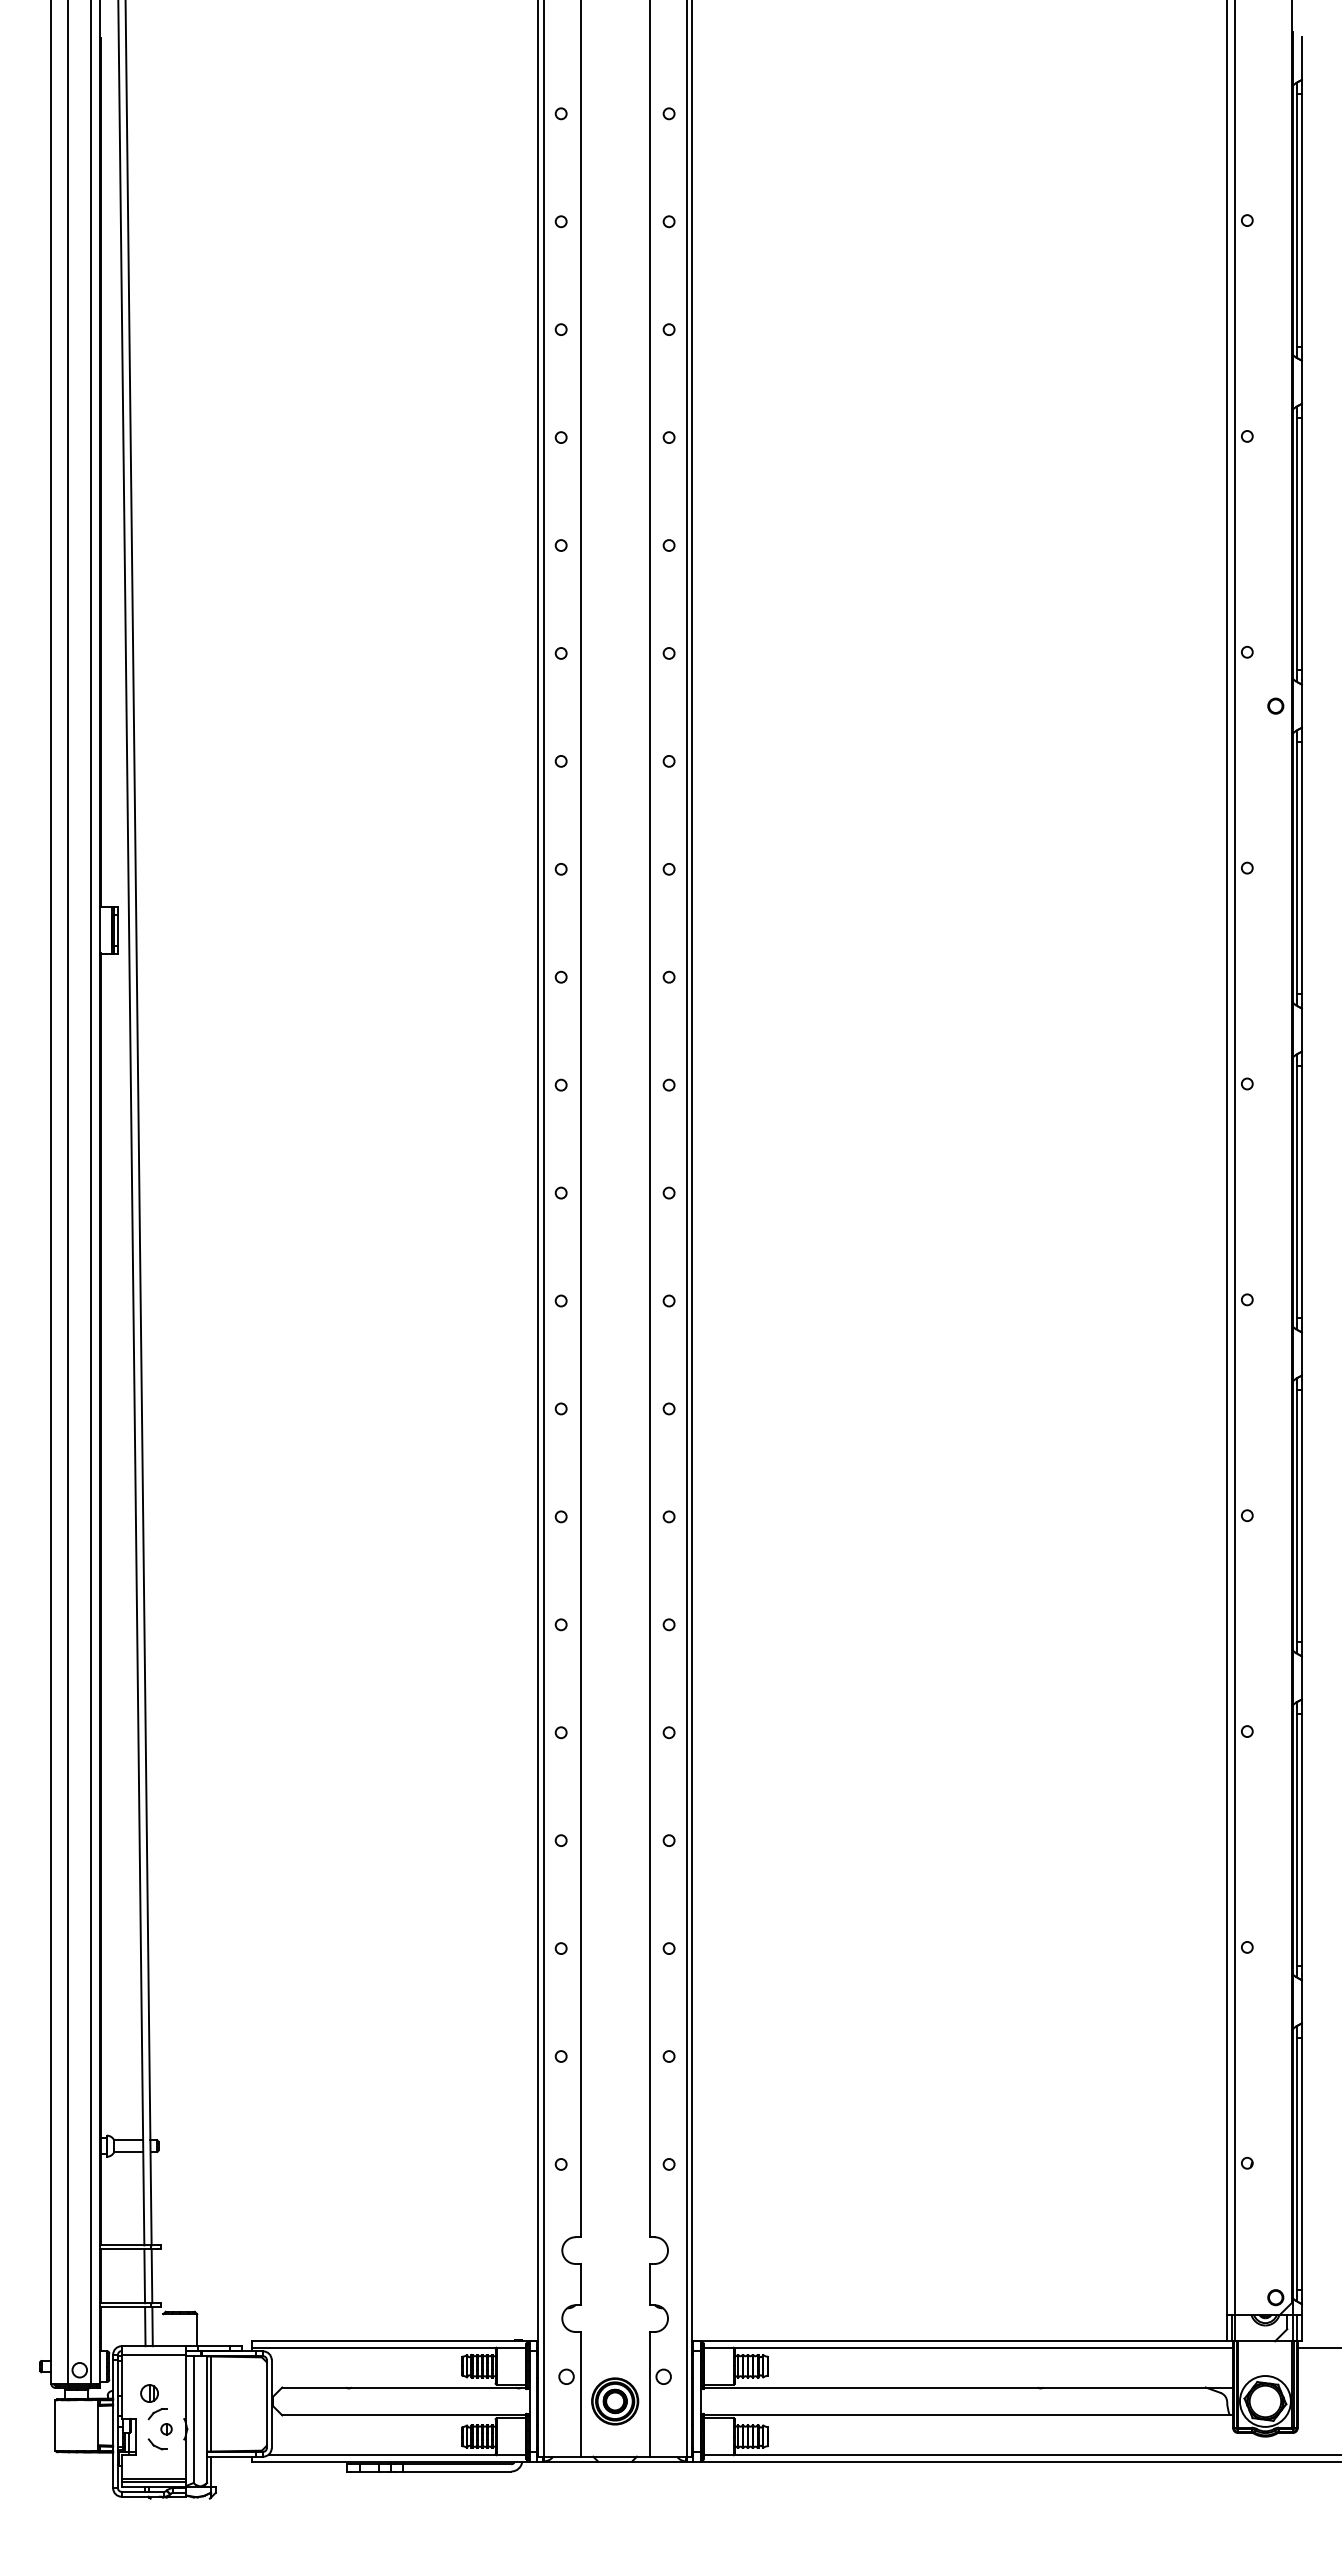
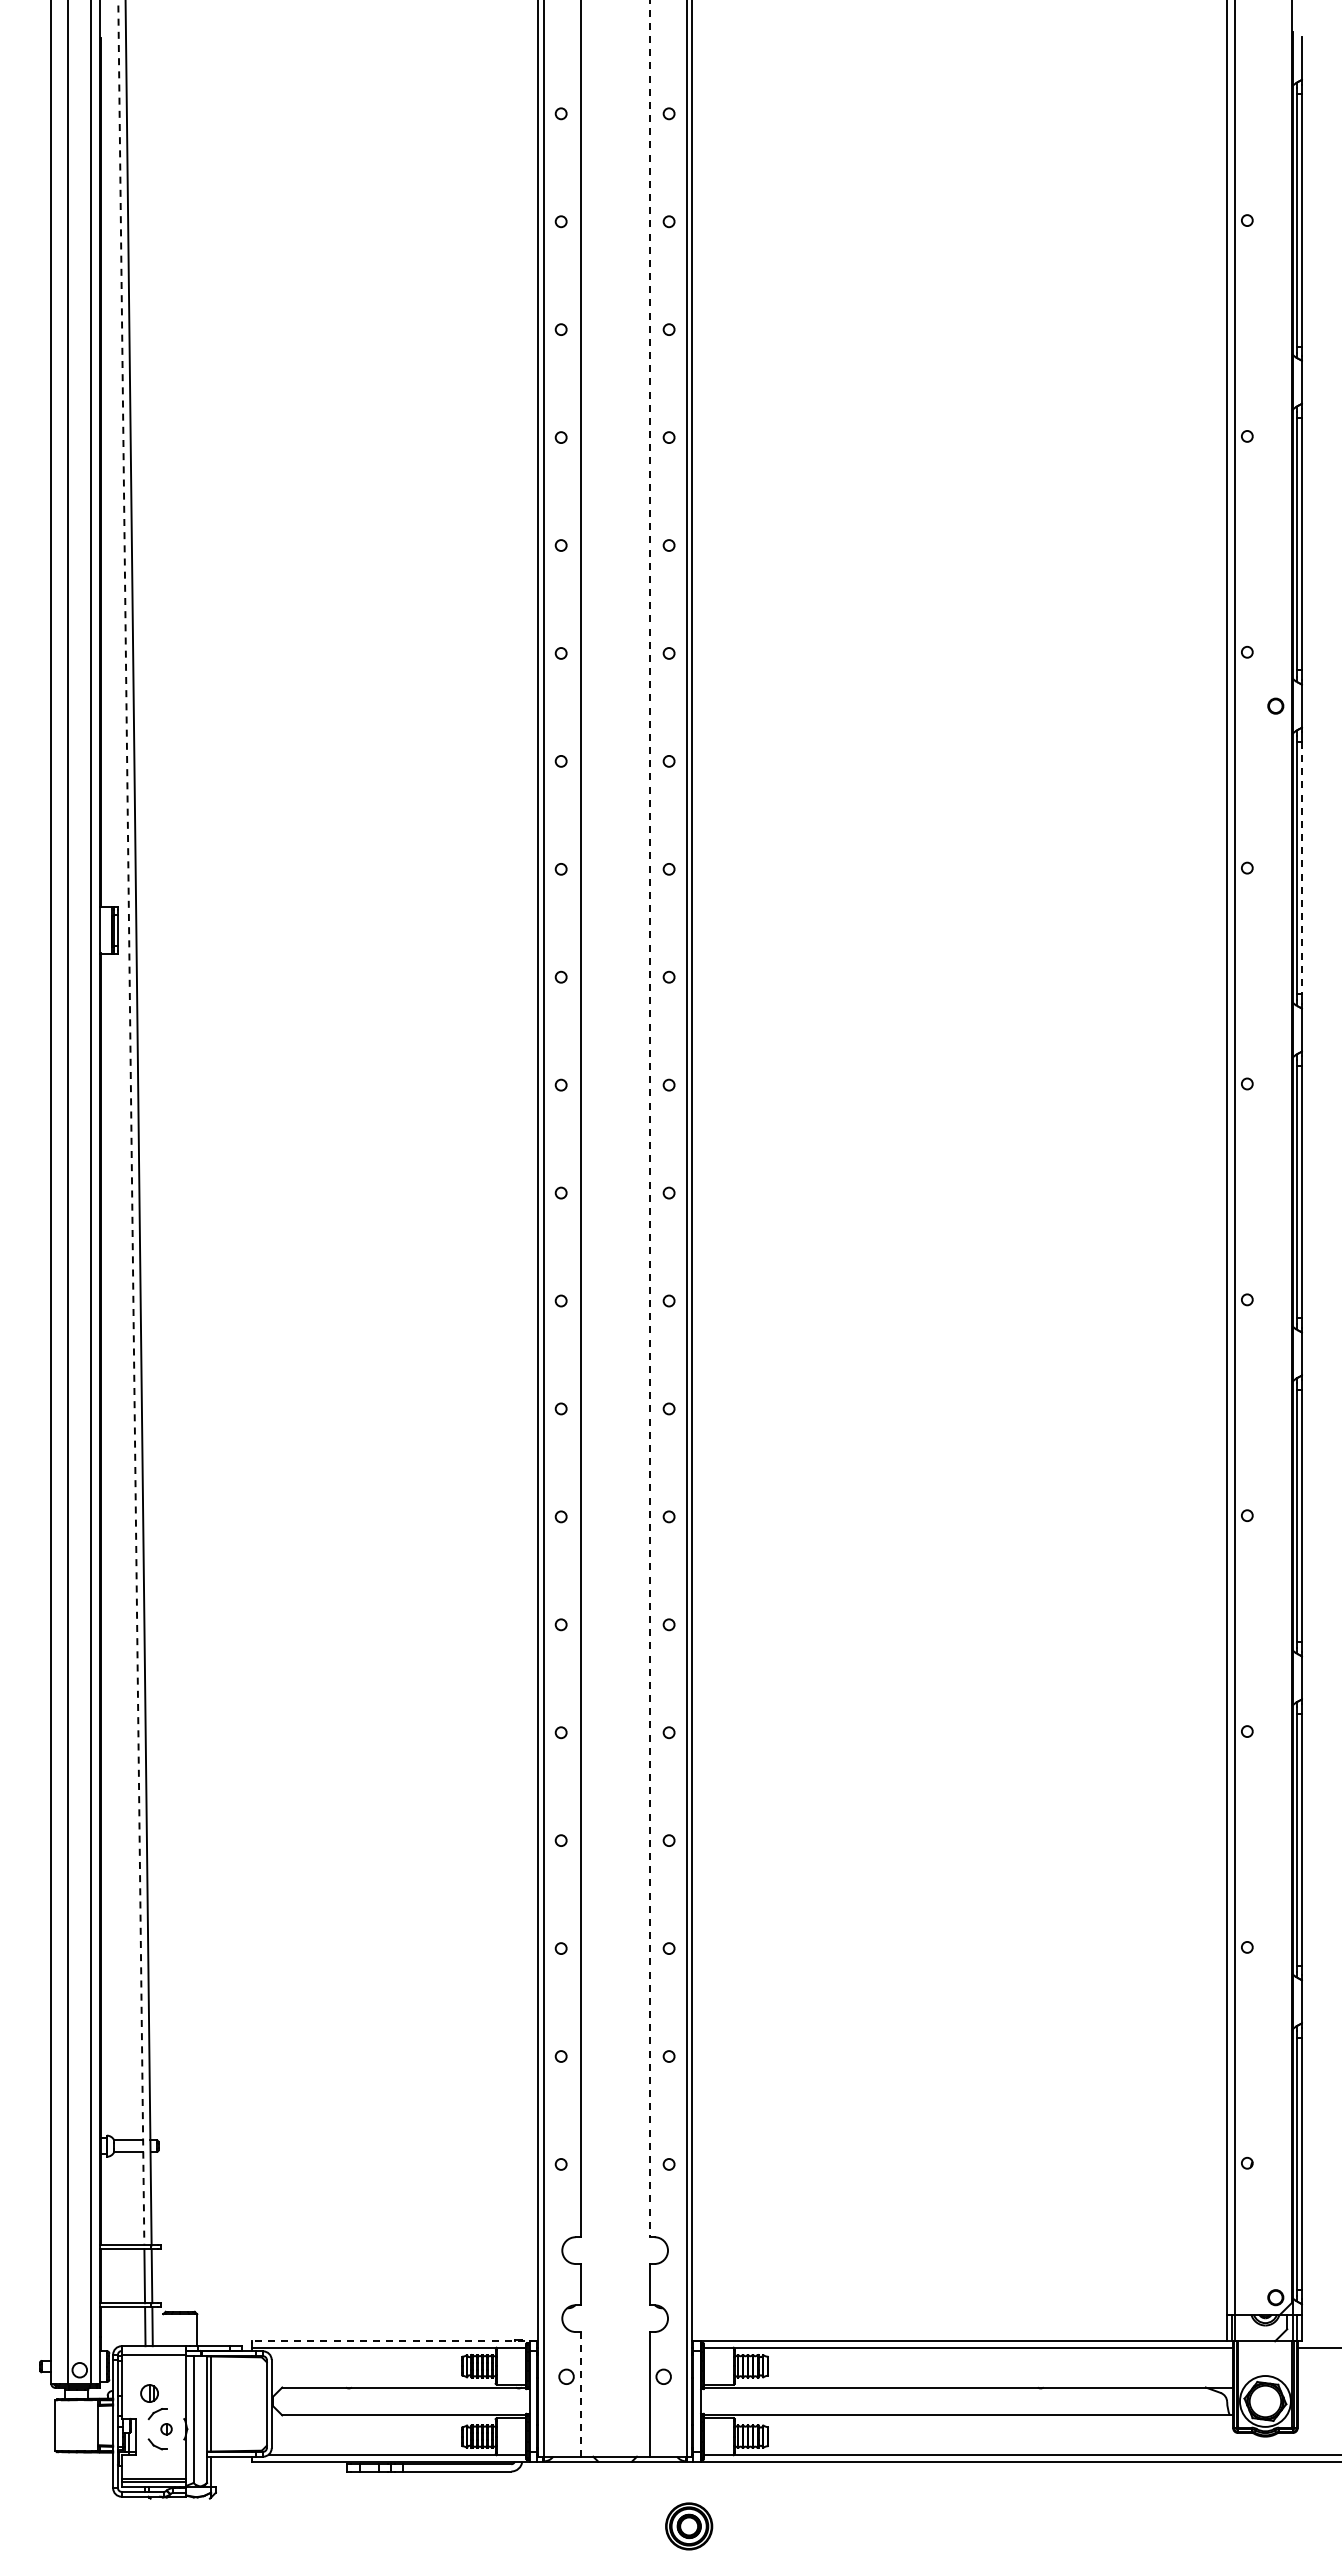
line at (1301, 868): solid -> dashed
line at (649, 1119): solid -> dashed
line at (131, 1123): solid -> dashed
line at (395, 2341): solid -> dashed
line at (580, 2394): solid -> dashed
part at (615, 2401) position: (615, 2401) -> (689, 2526)
